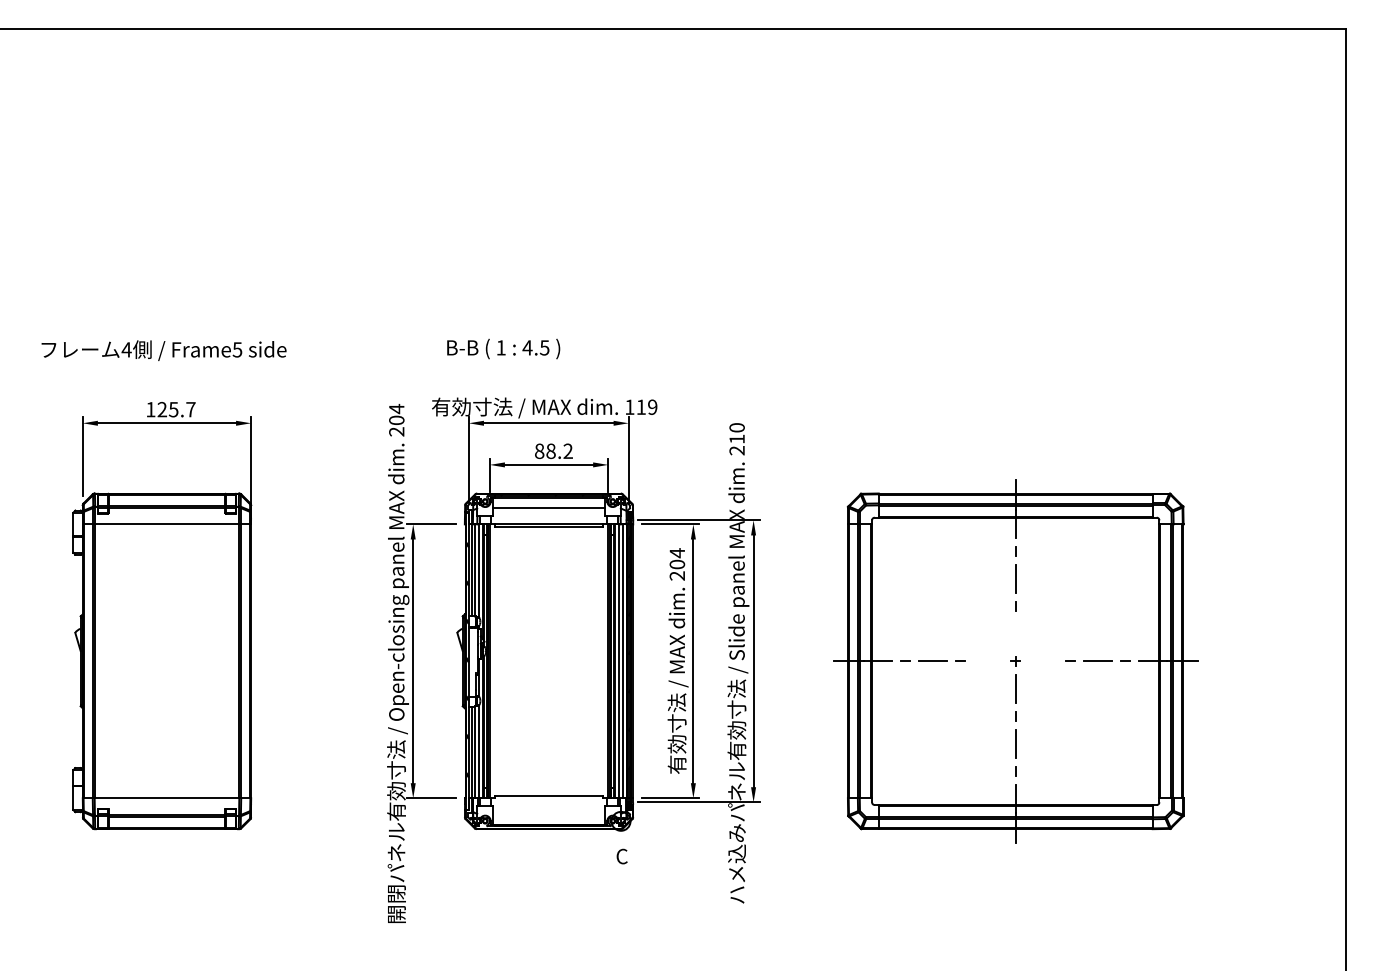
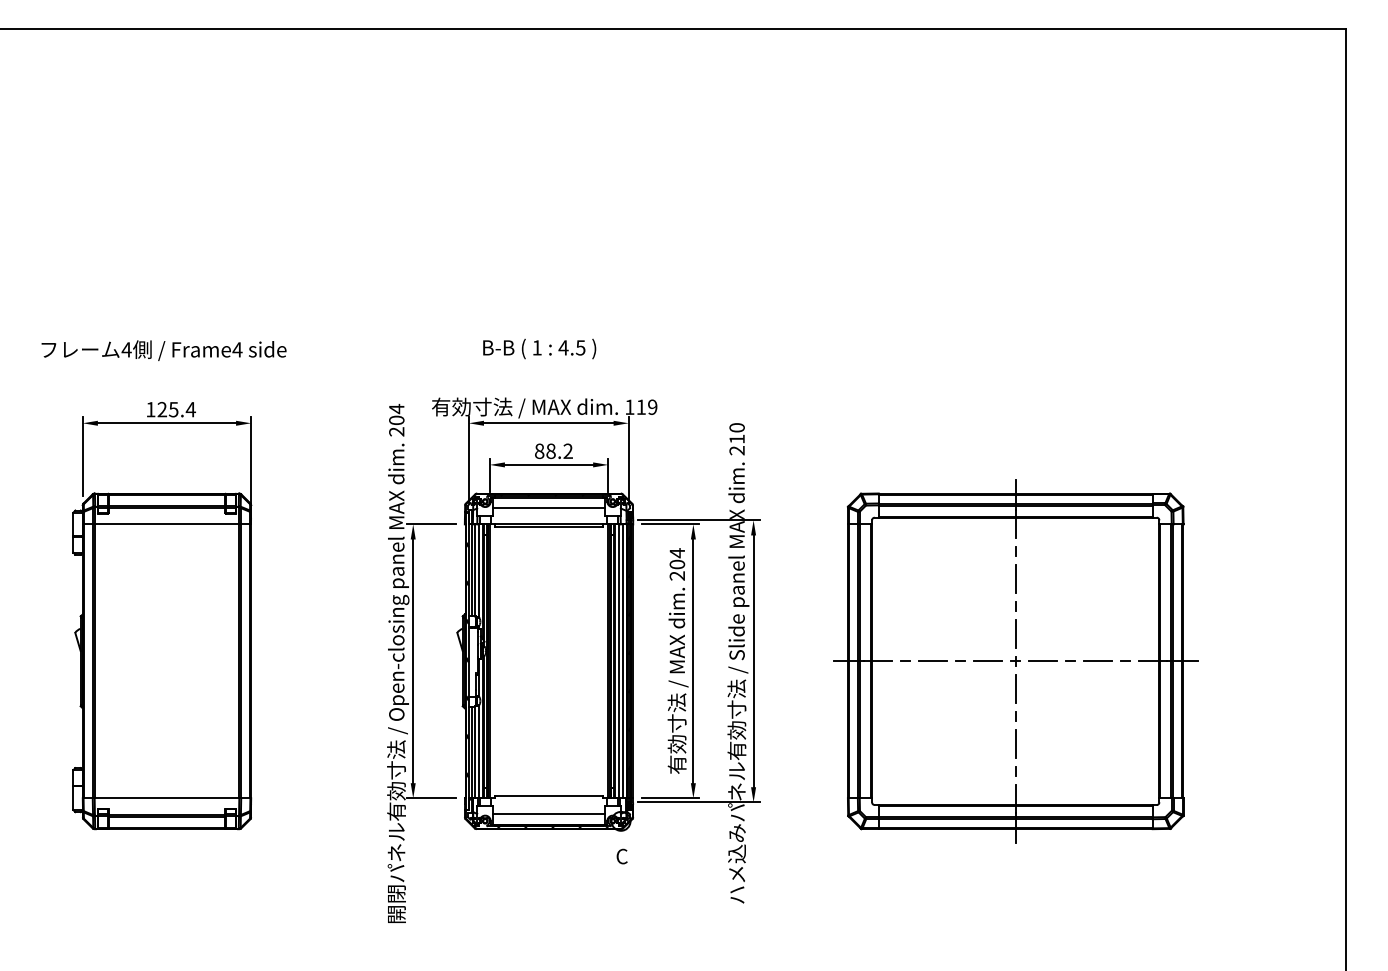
text at (503, 348) position: (503, 348) -> (539, 348)
text at (237, 349): Frame5 -> Frame4
text at (190, 409): 125.7 -> 125.4
line at (1015, 633): none -> present
line at (988, 661): none -> present
line at (1043, 661): none -> present
hatch at (548, 813): none -> present
line at (548, 814): none -> present
